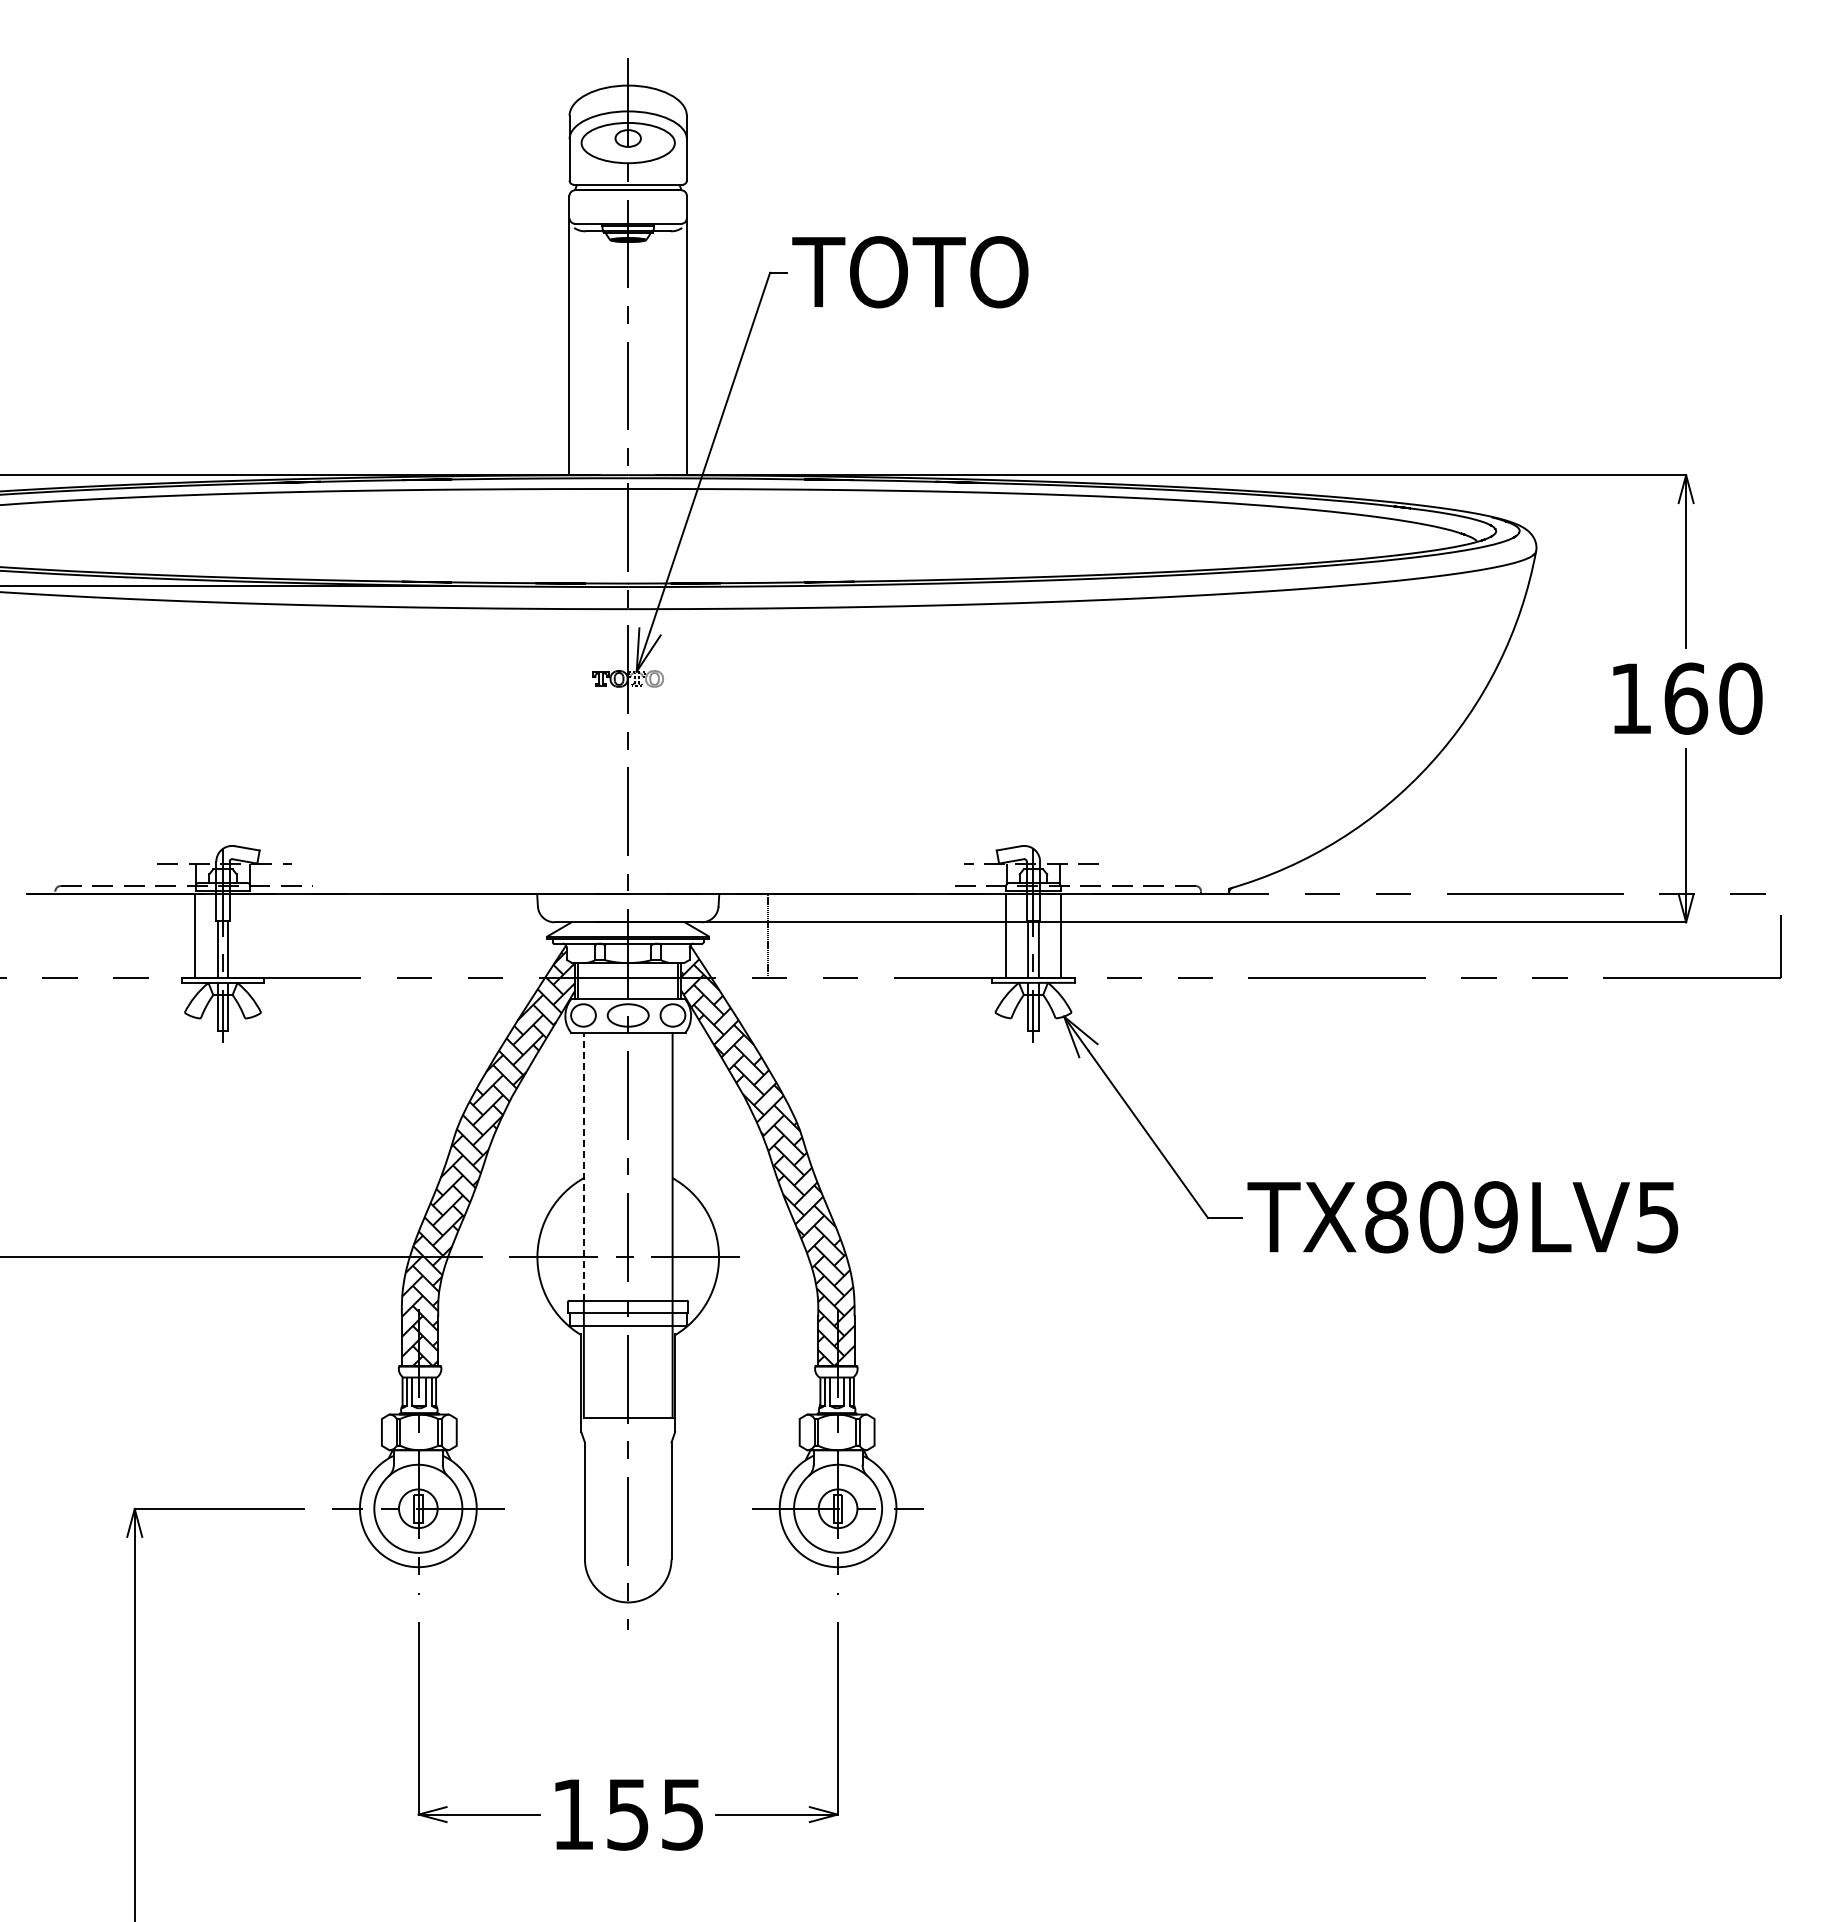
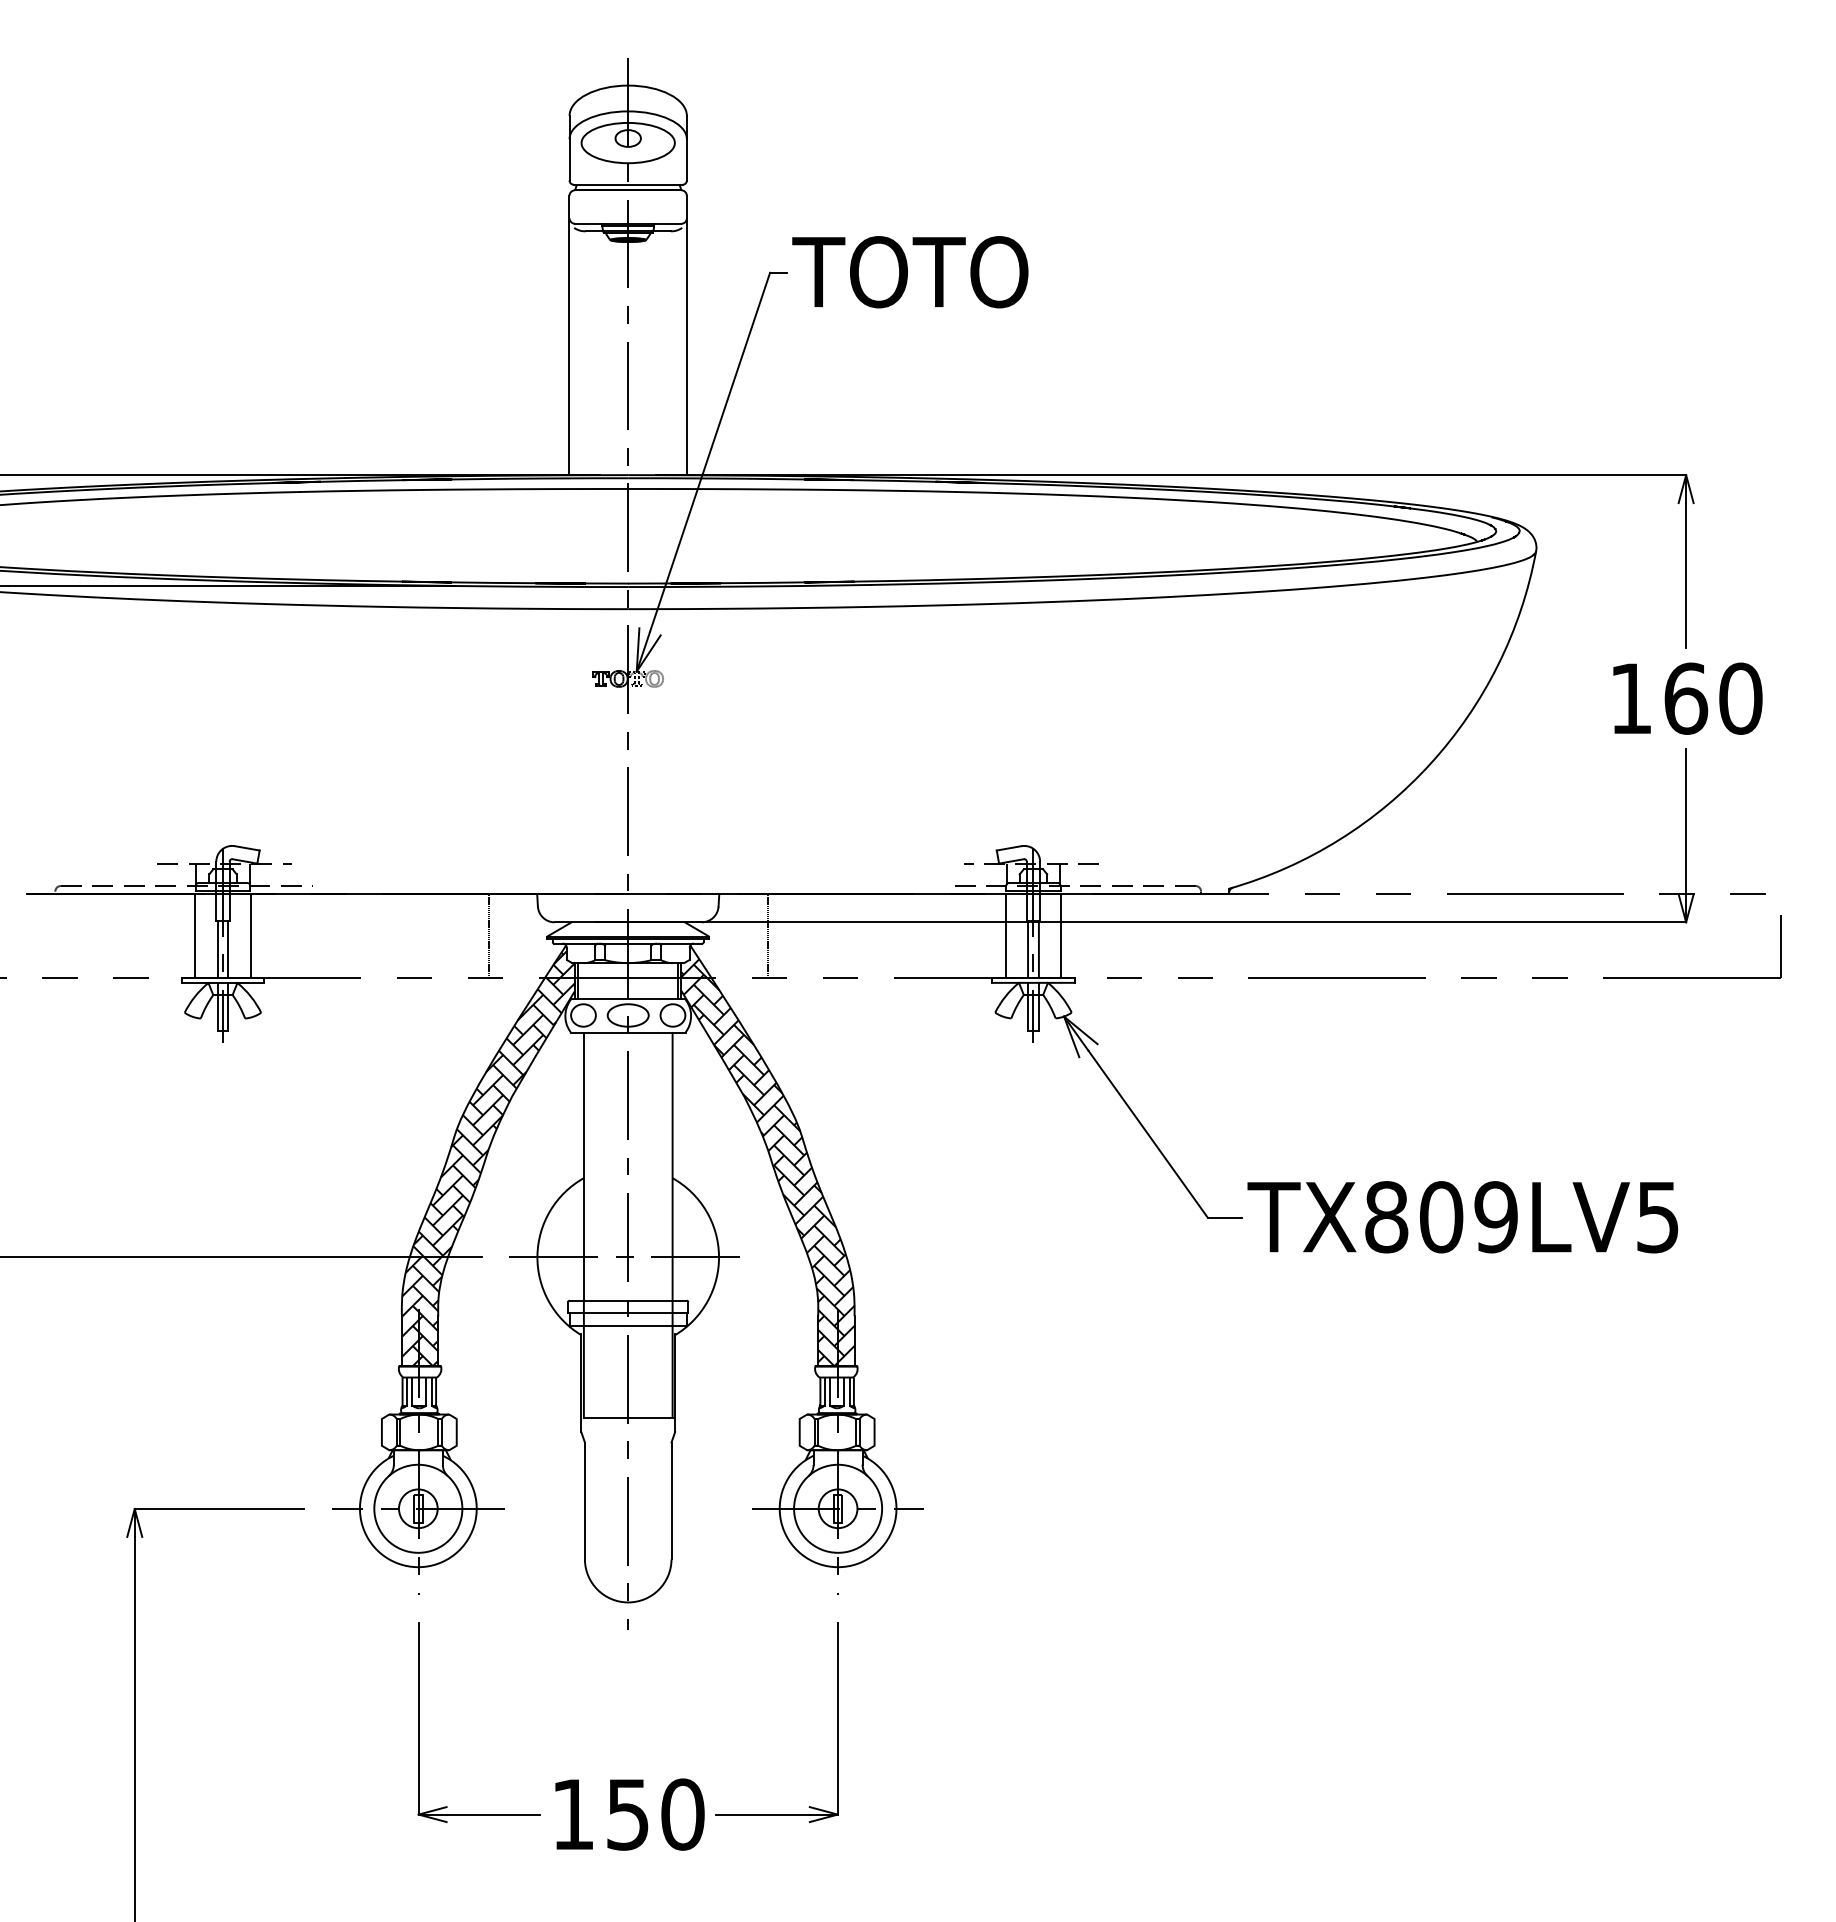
line at (250, 936): none -> present
line at (488, 936): none -> present
line at (583, 1166): dashed -> solid
text at (682, 1814): 155 -> 150
